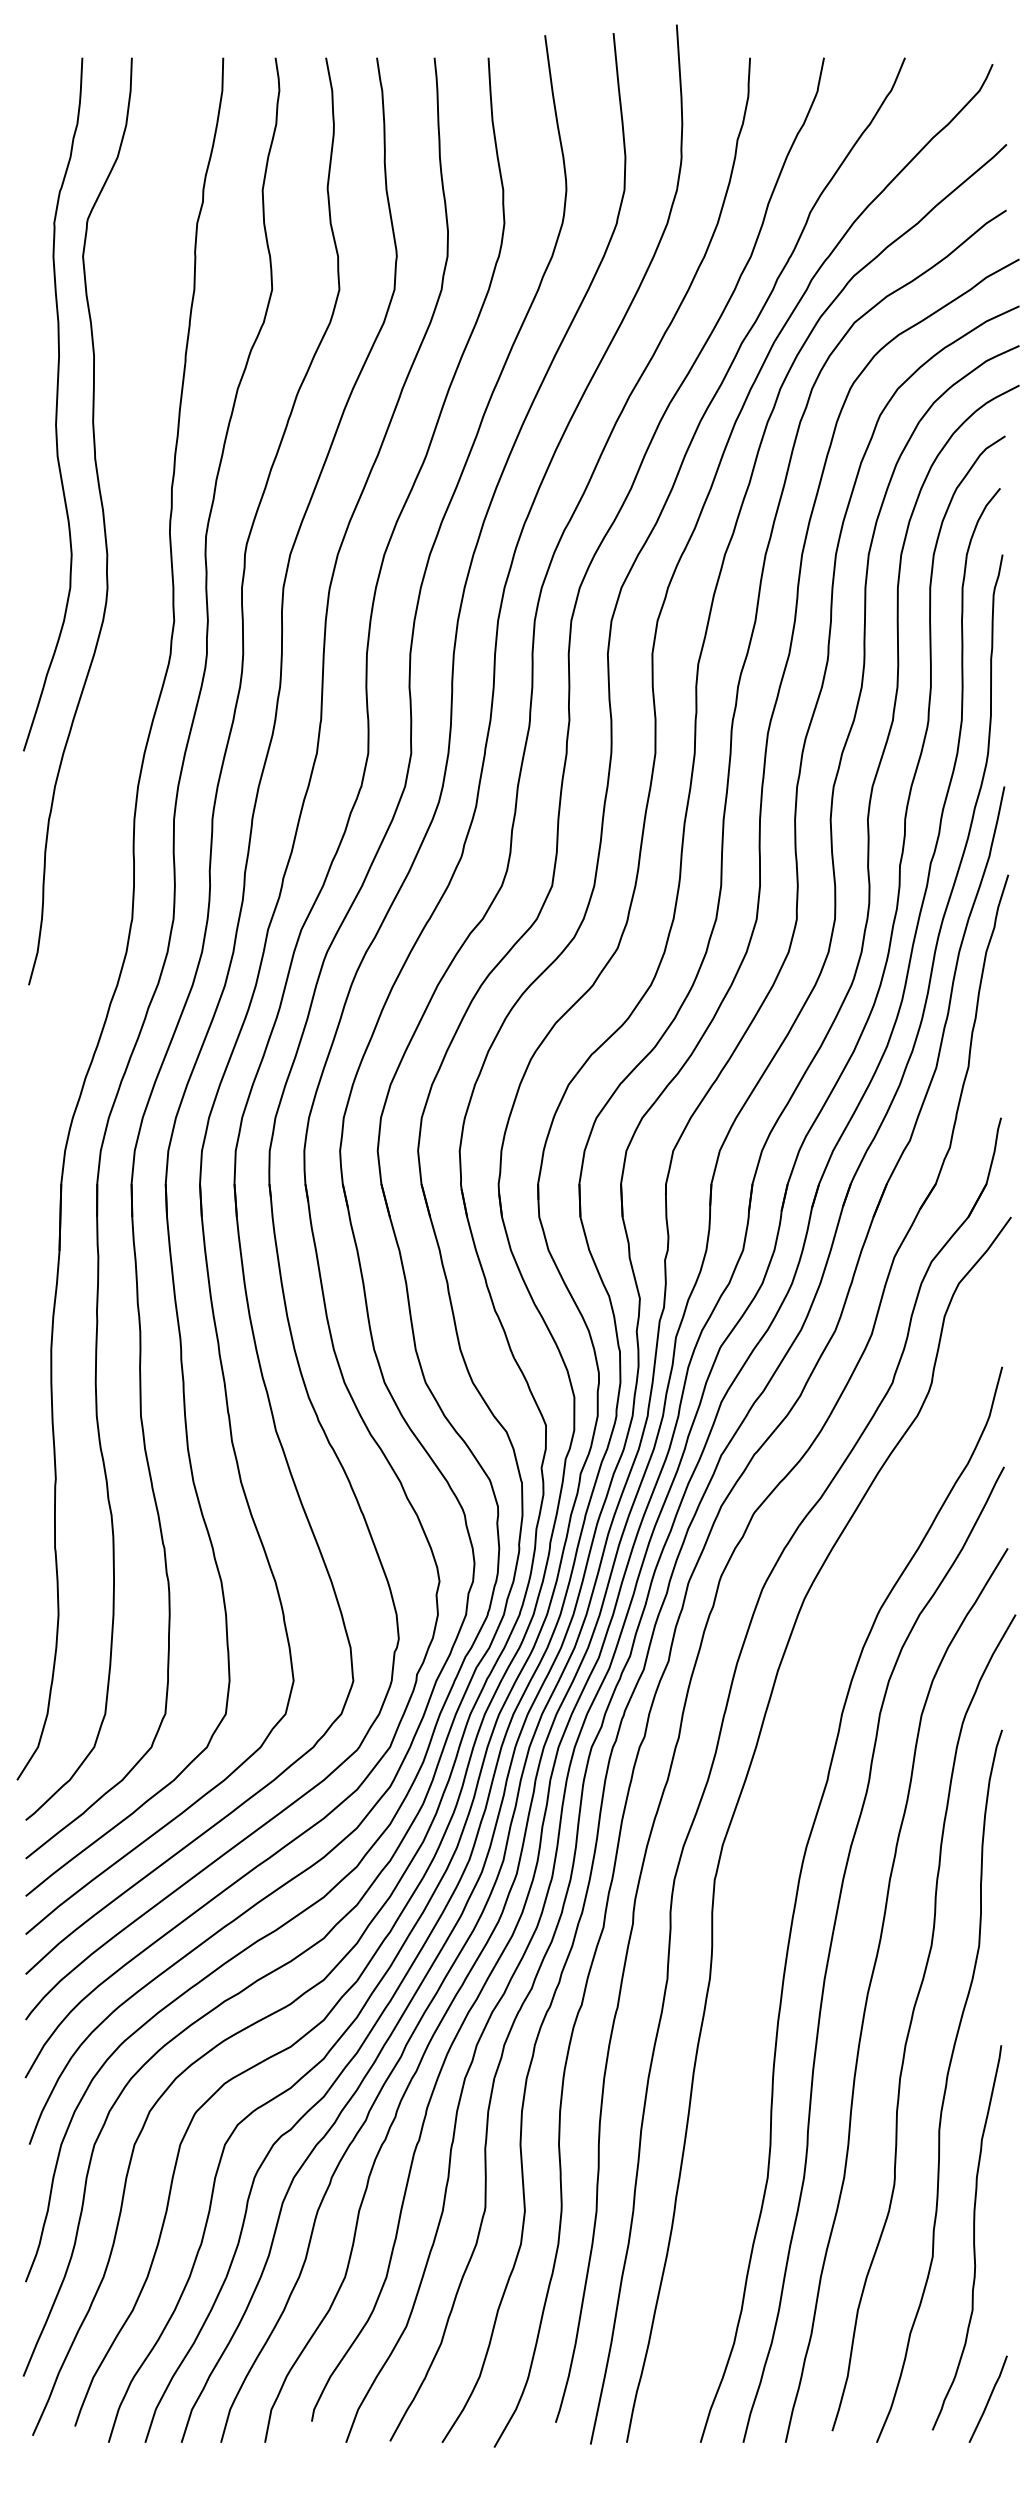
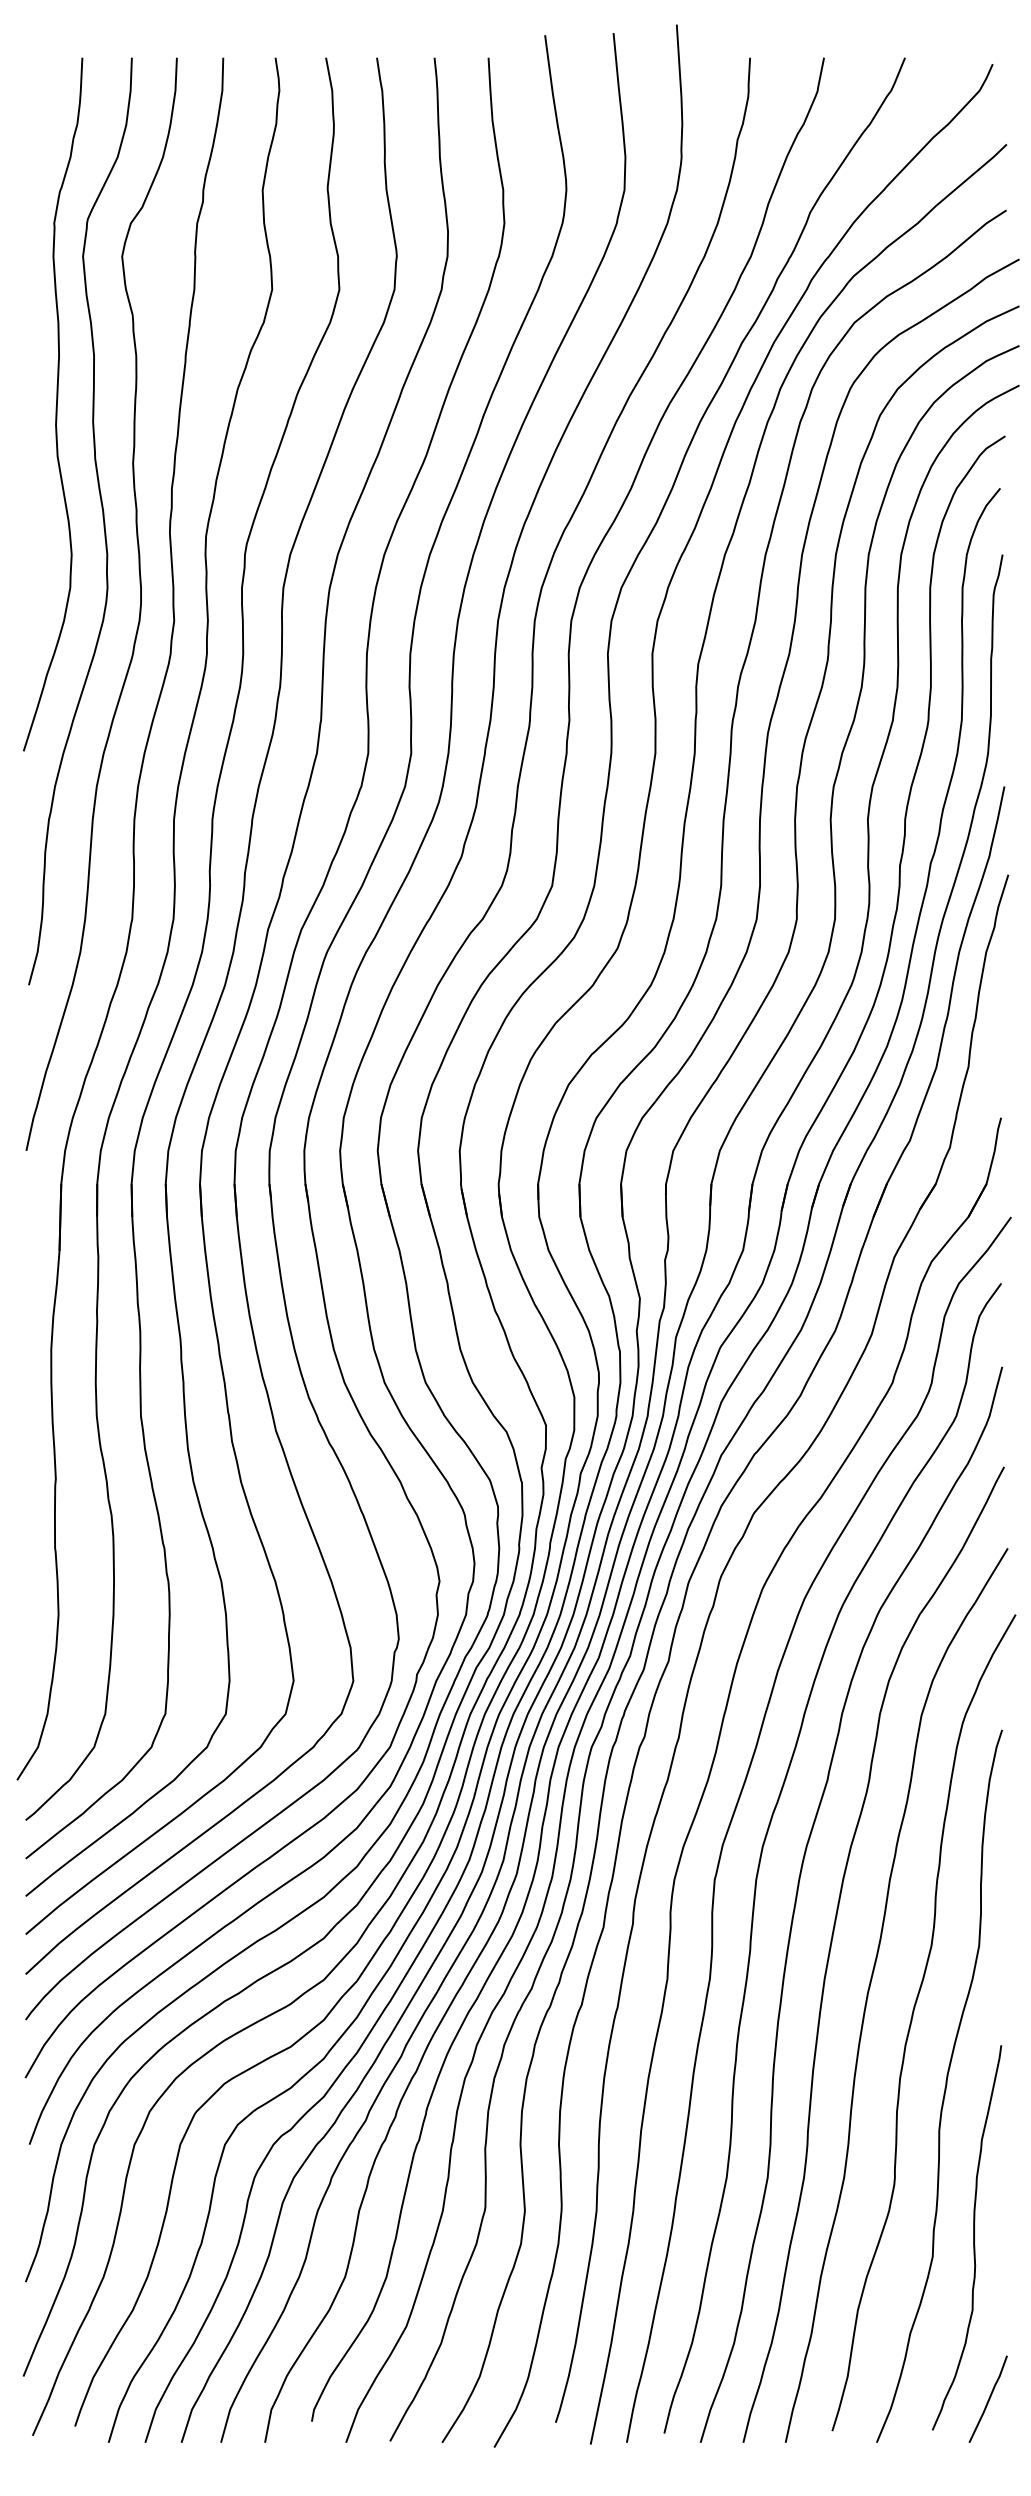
curve at (139, 606): none -> present
curve at (767, 1835): none -> present
